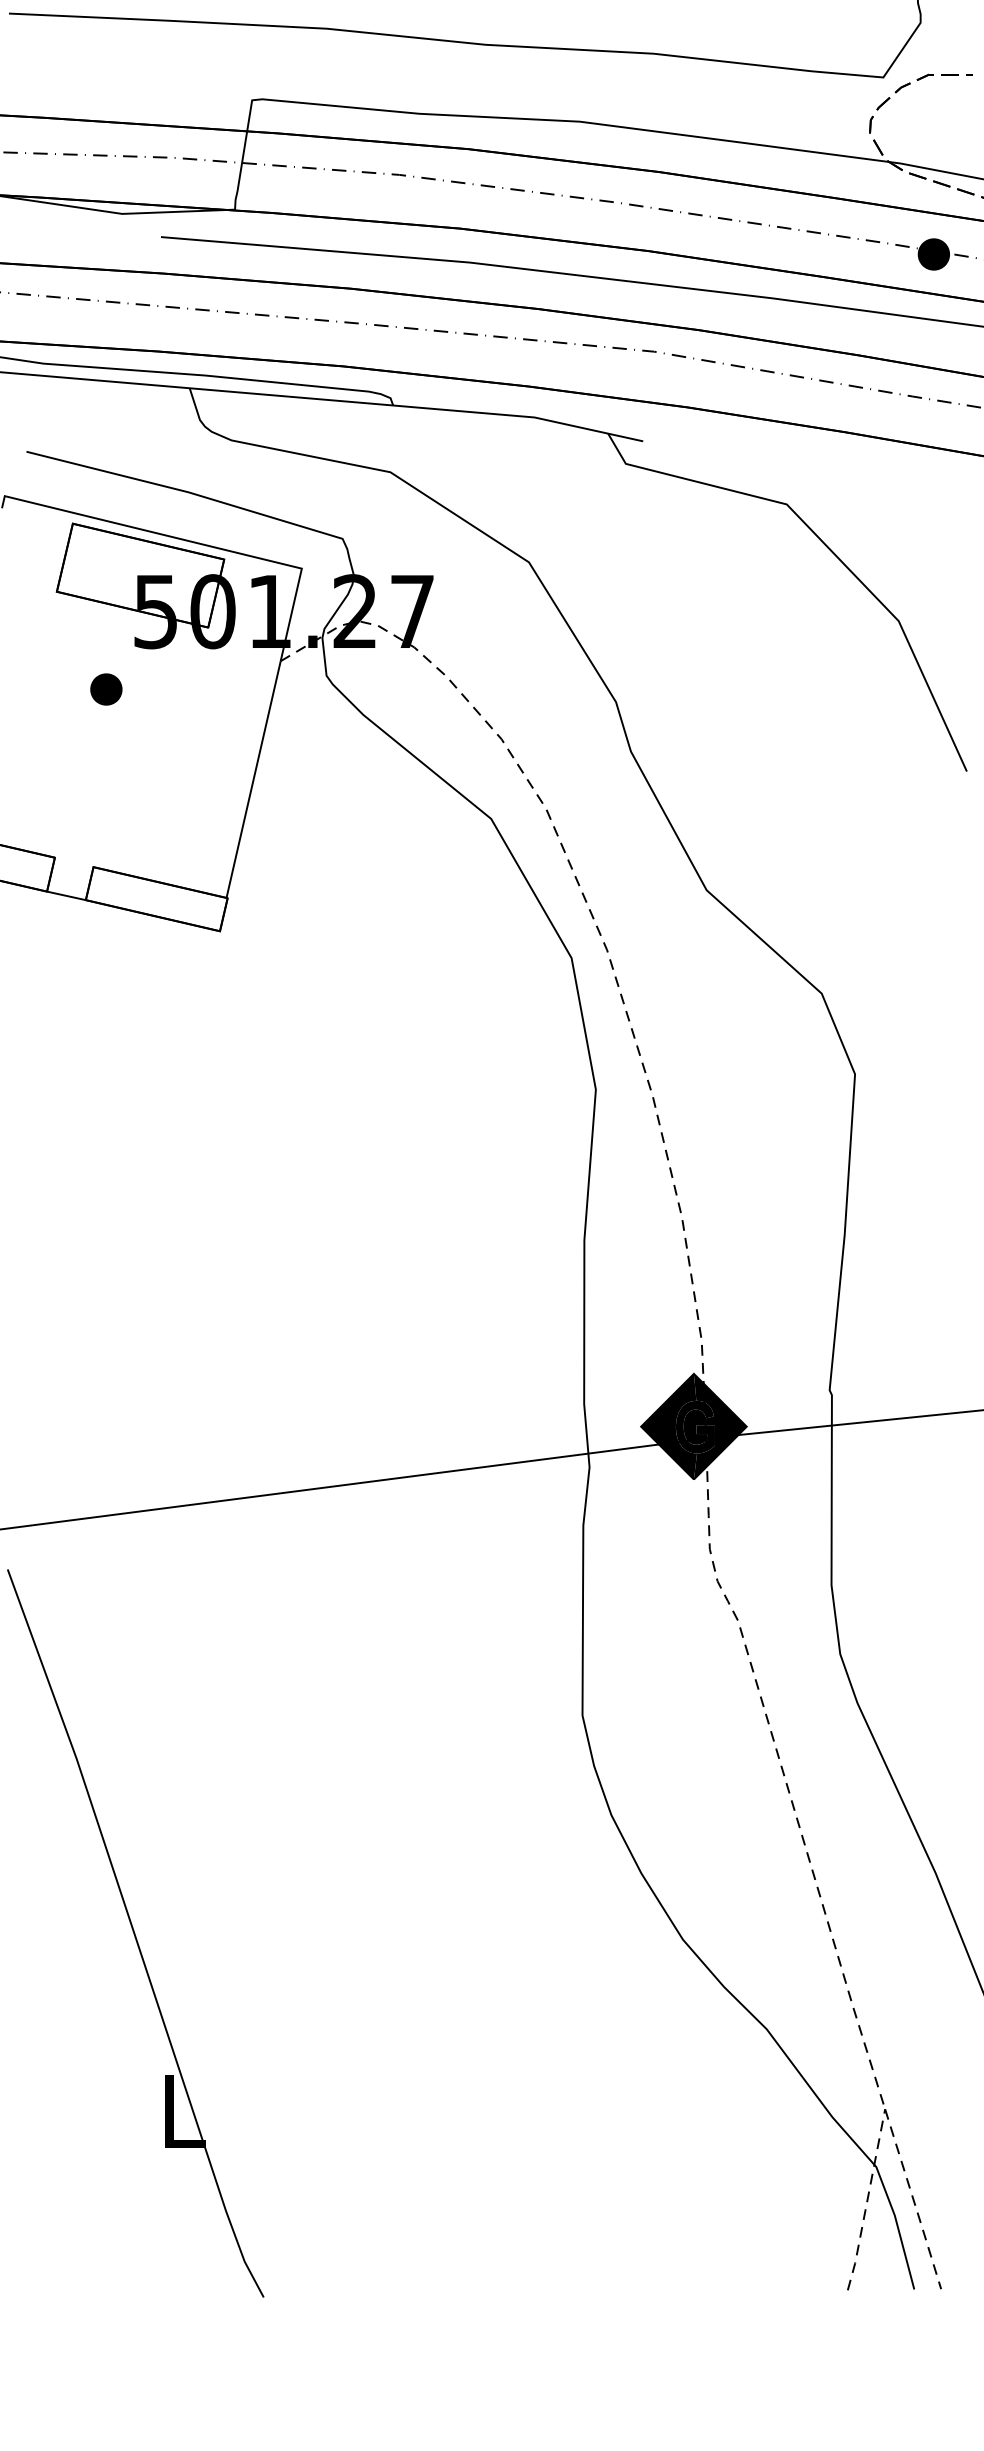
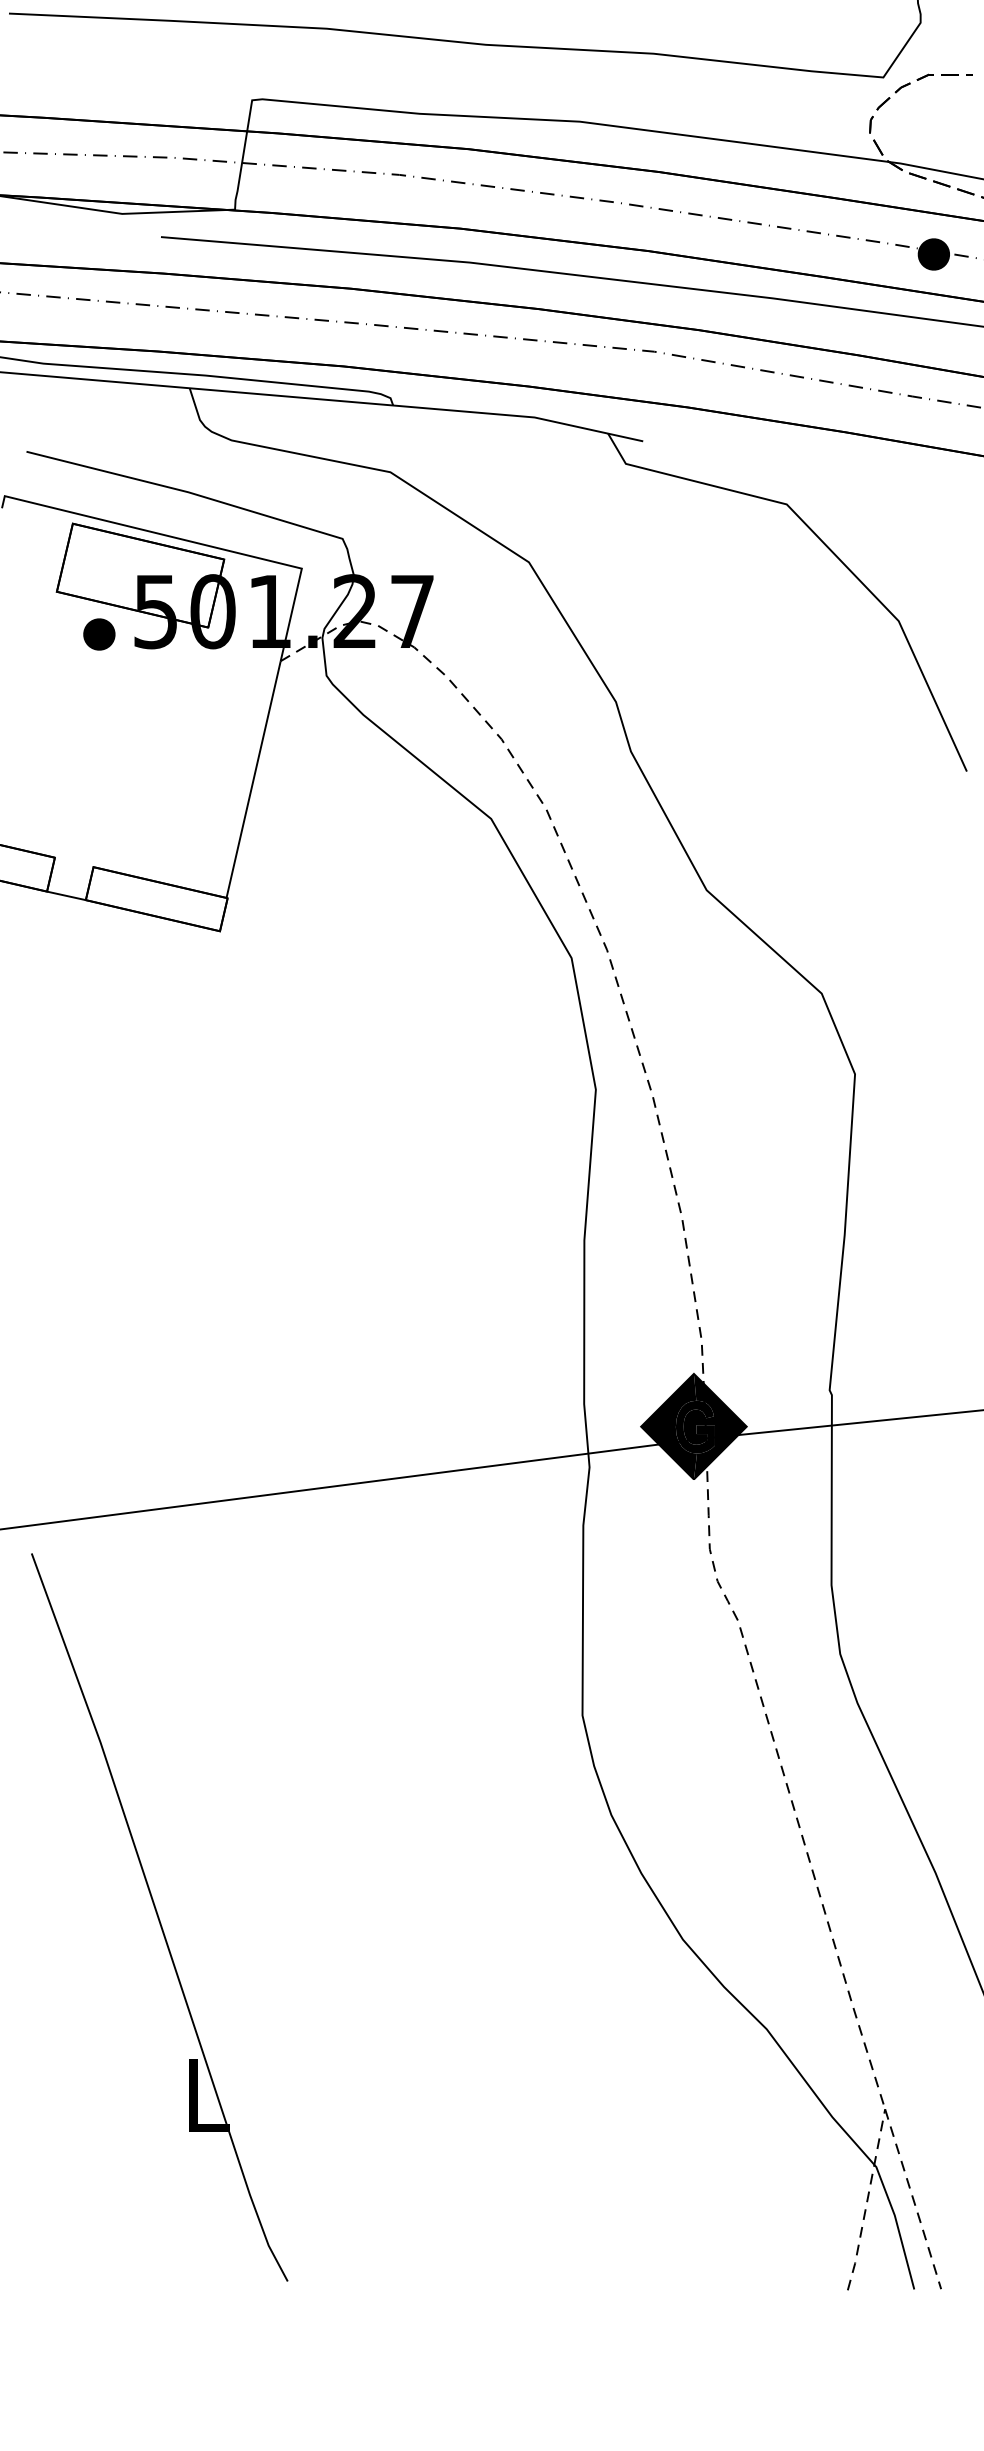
part at (106, 689) position: (106, 689) -> (99, 634)
part at (135, 1933) position: (135, 1933) -> (159, 1917)
